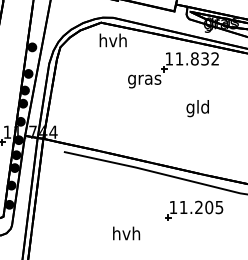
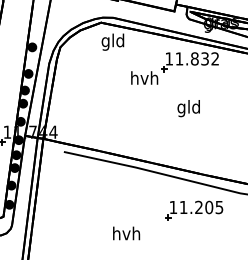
text at (112, 41): hvh -> gld
text at (144, 79): gras -> hvh
text at (197, 108) position: (197, 108) -> (188, 108)
